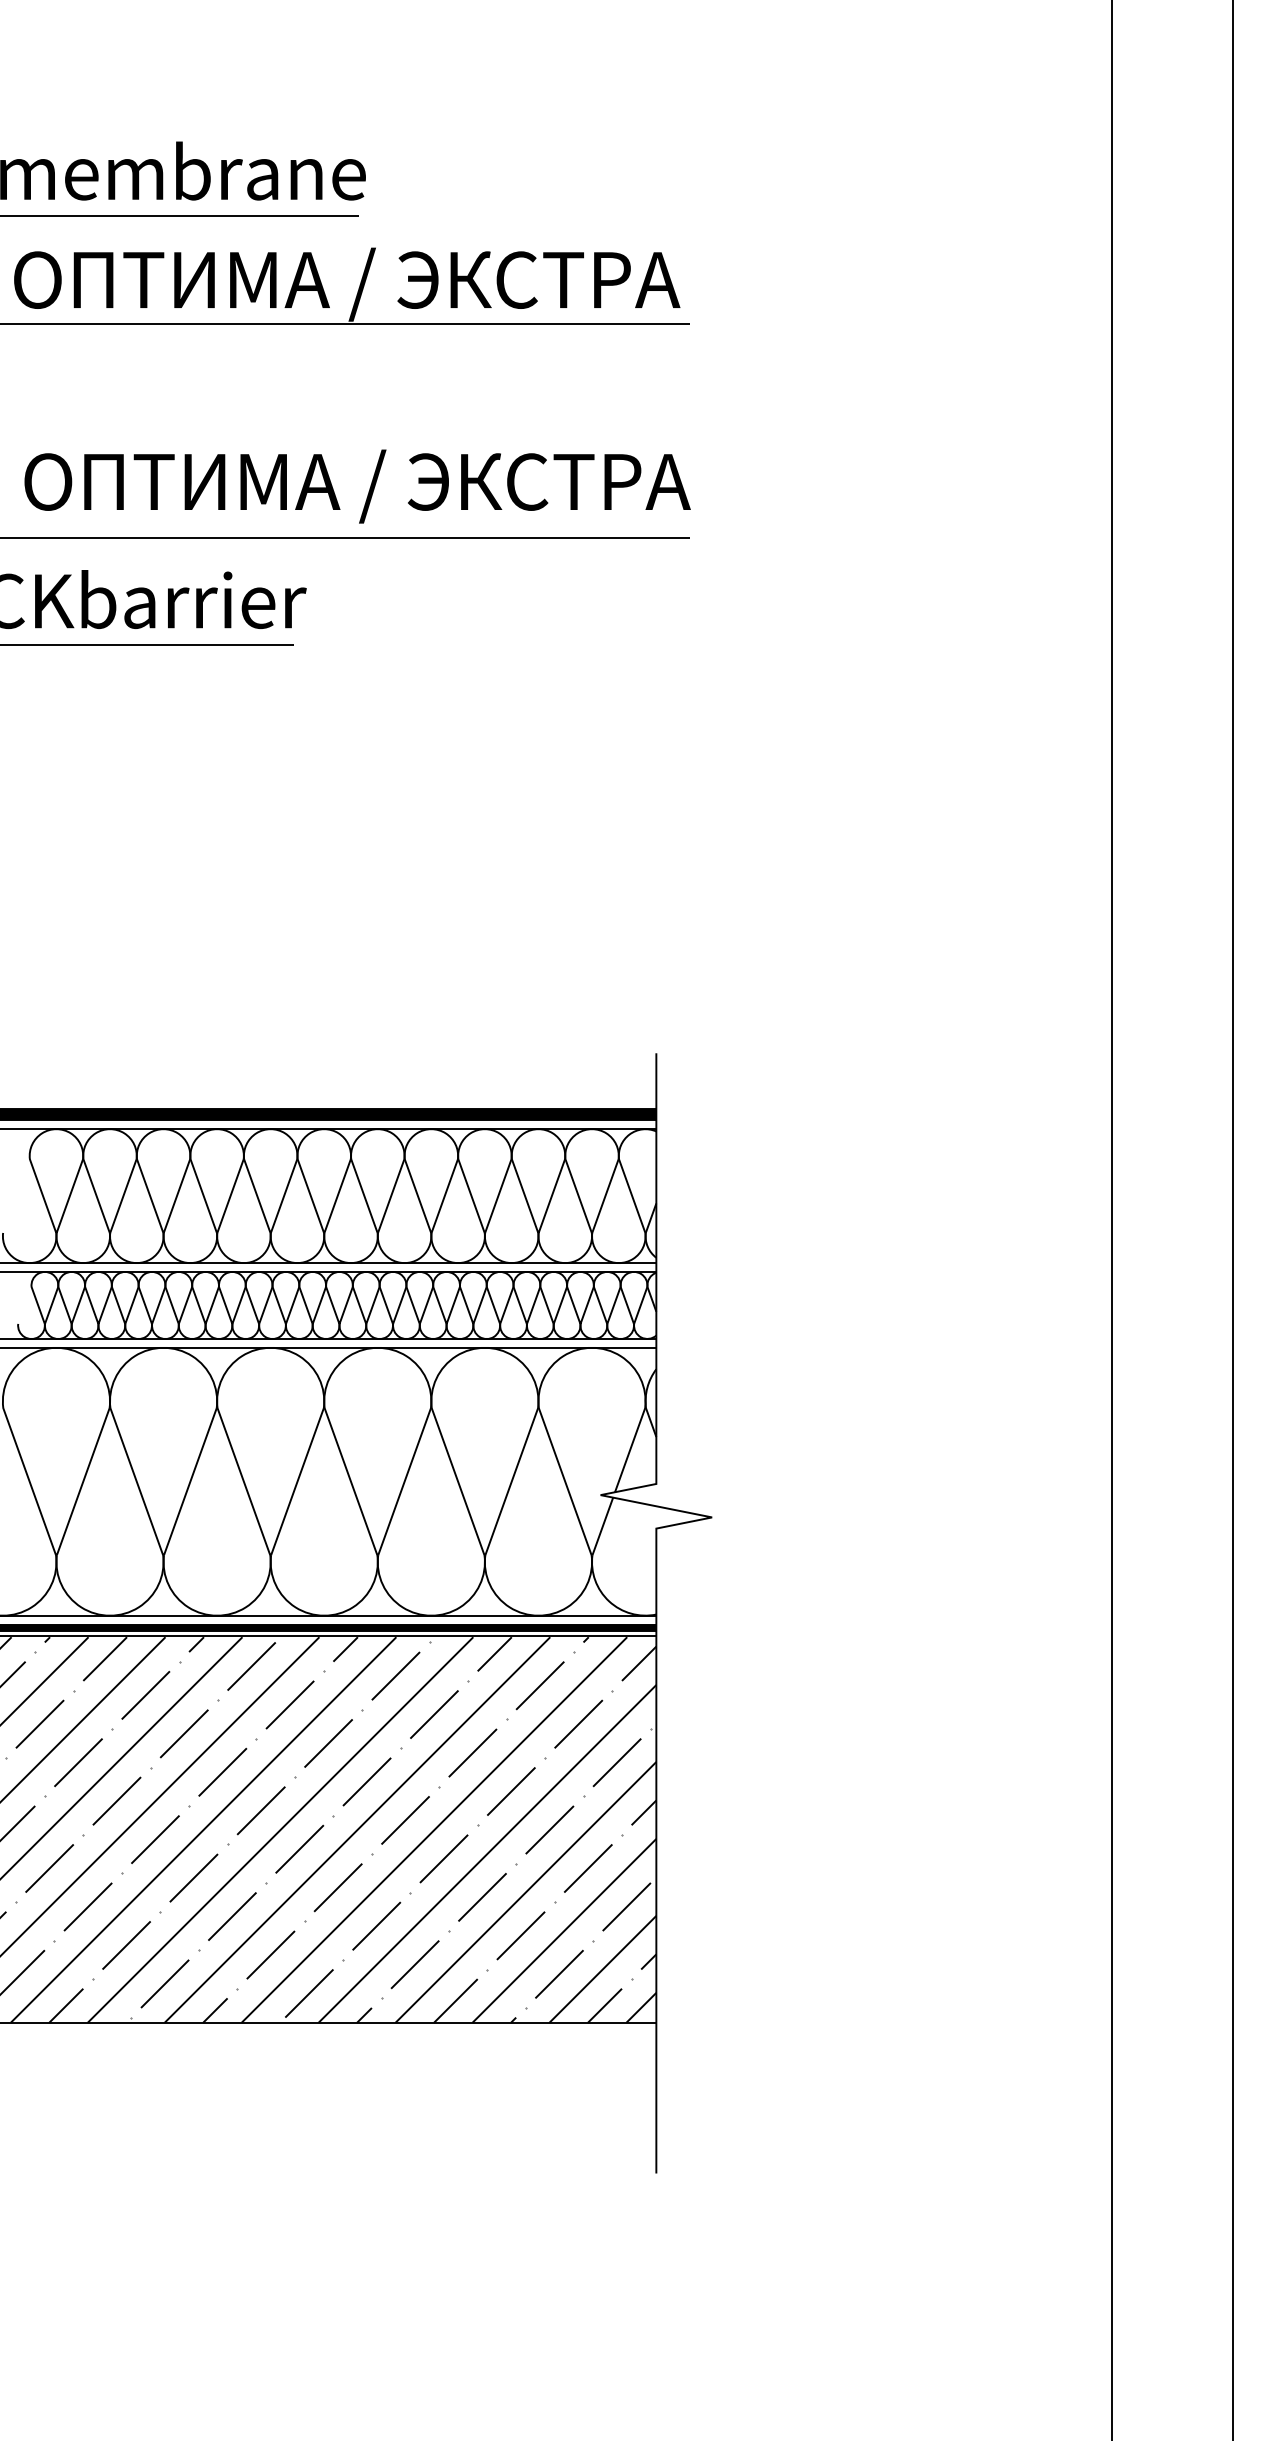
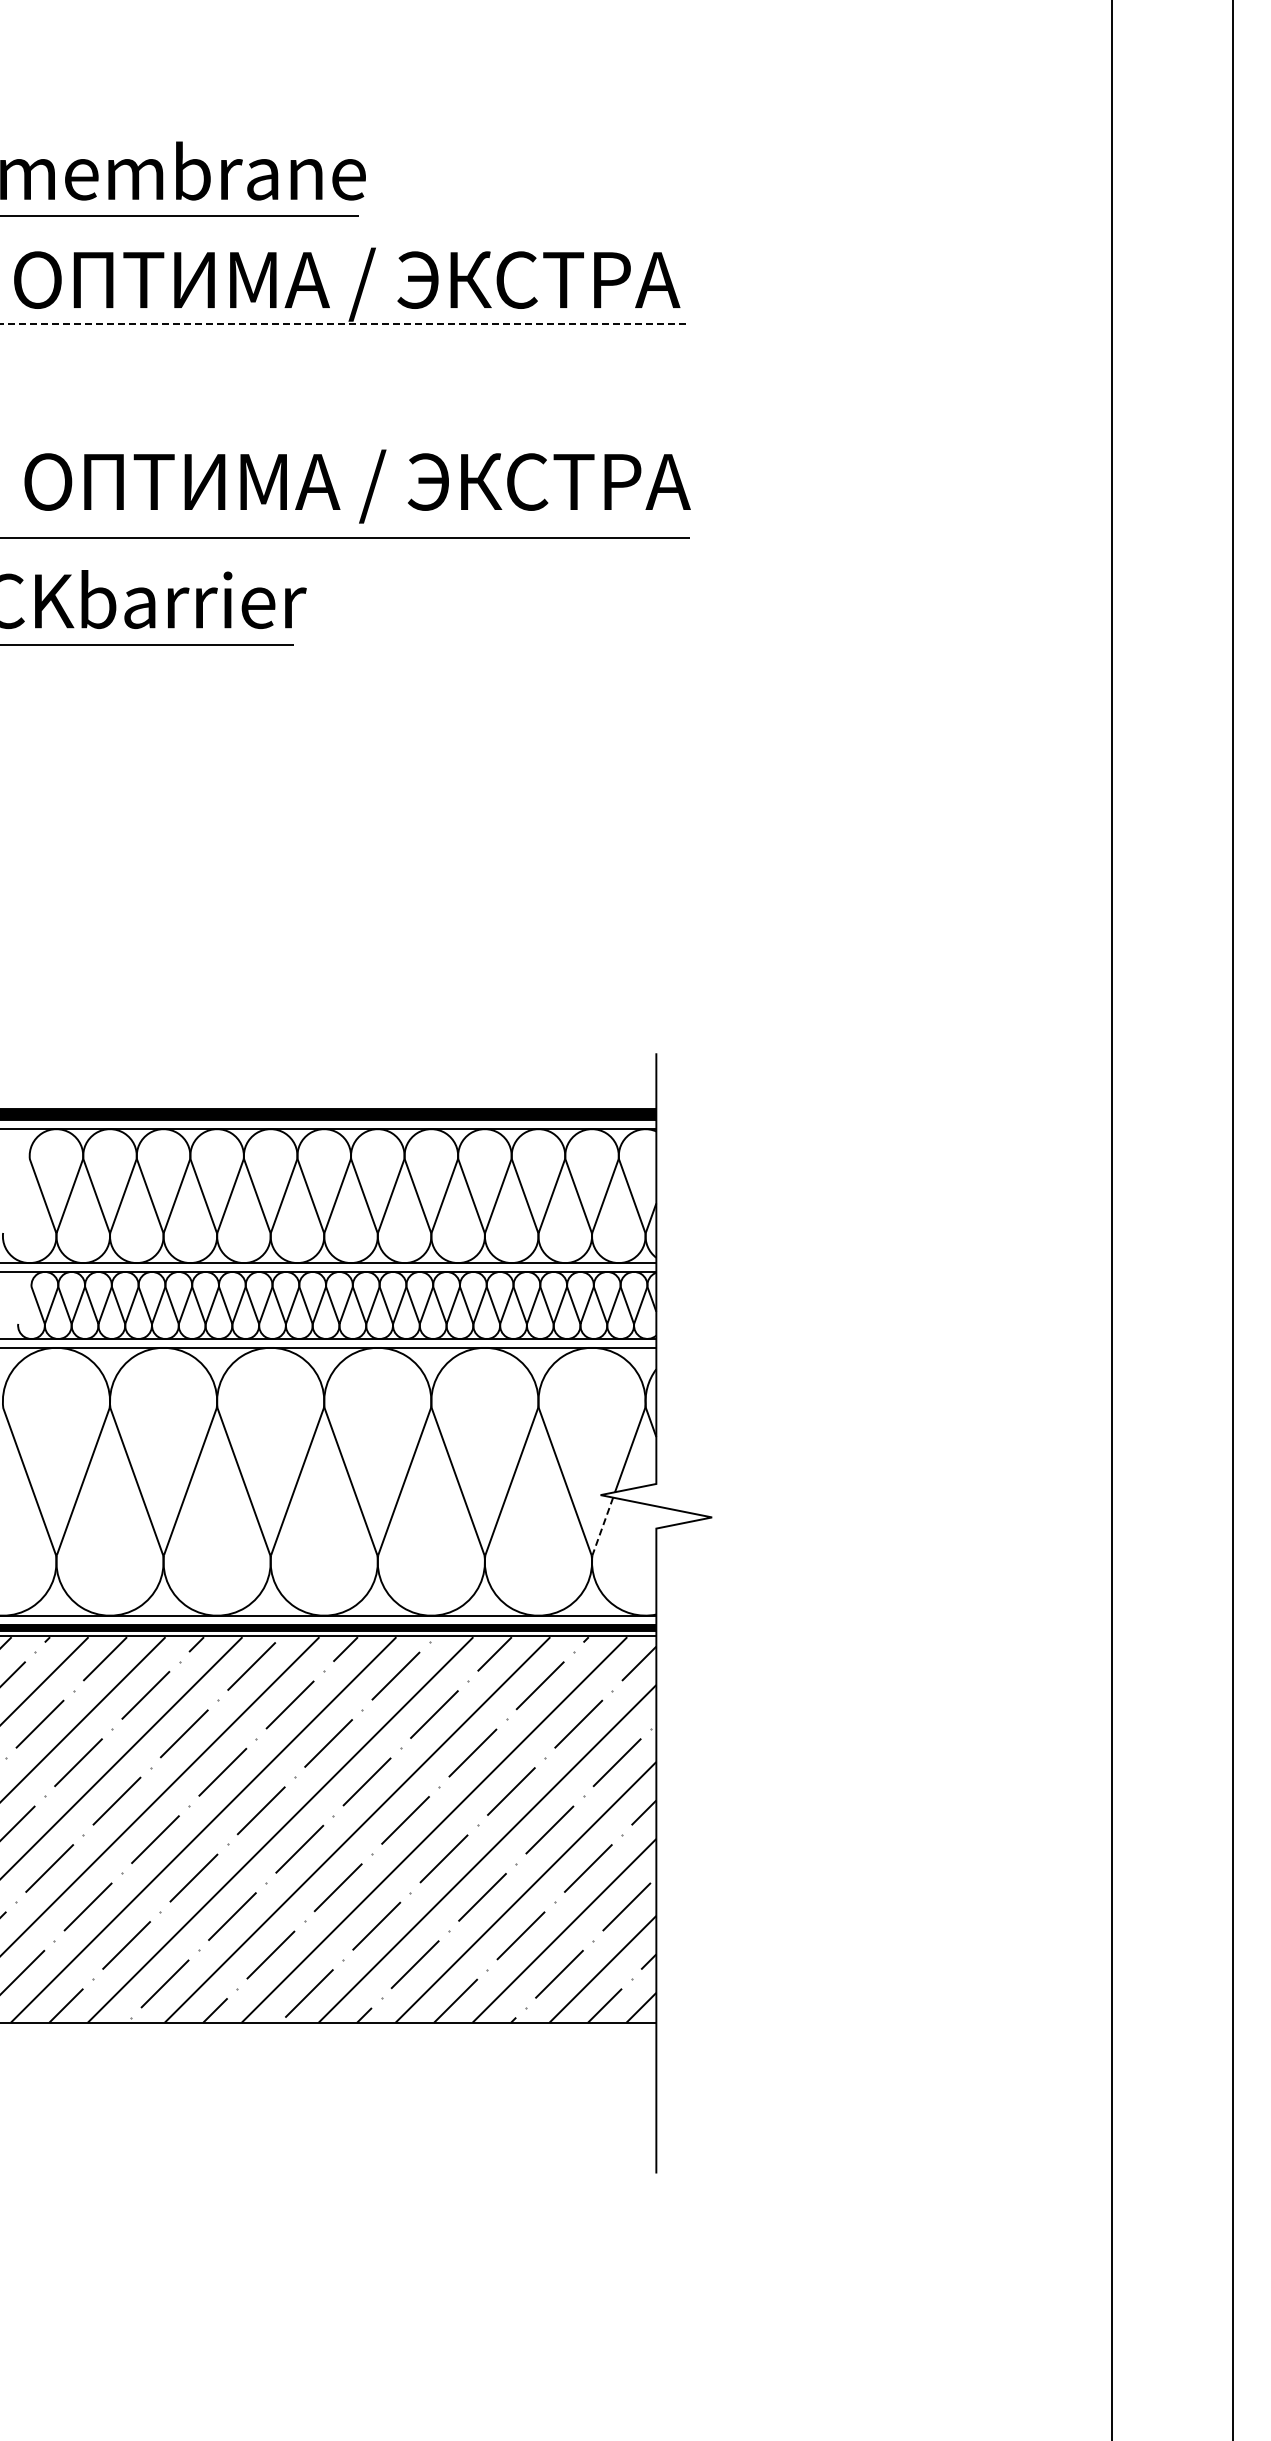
line at (345, 323): solid -> dashed
line at (602, 1526): solid -> dashed
